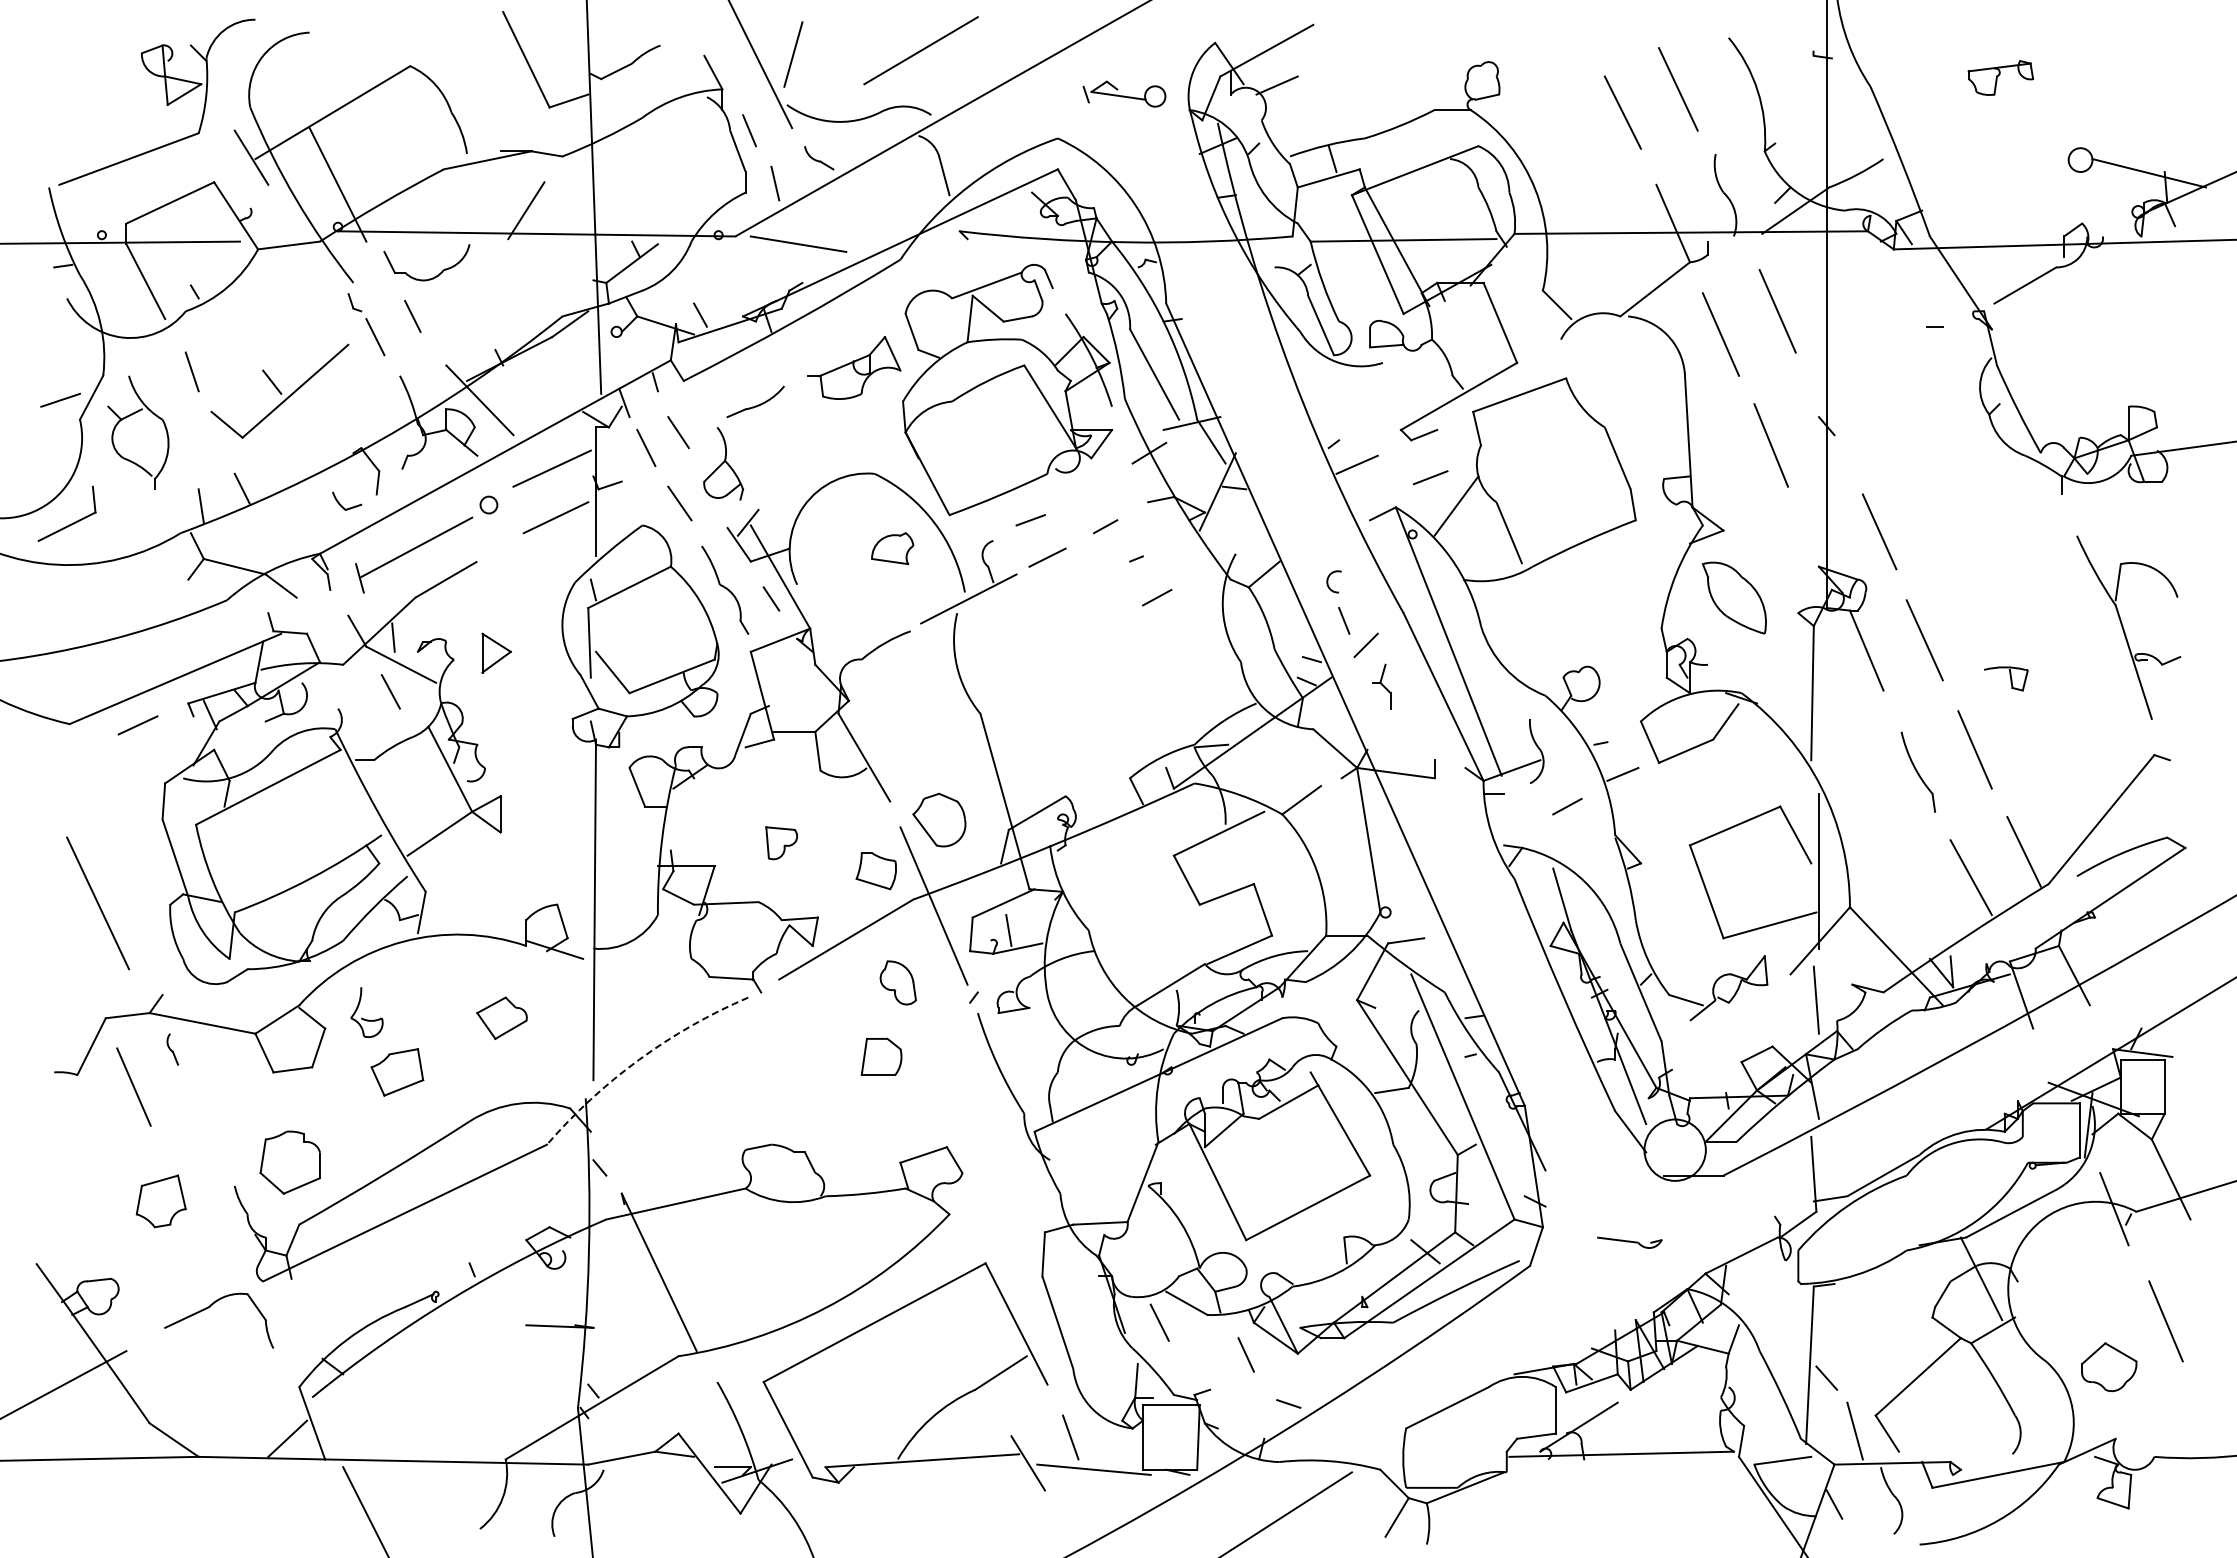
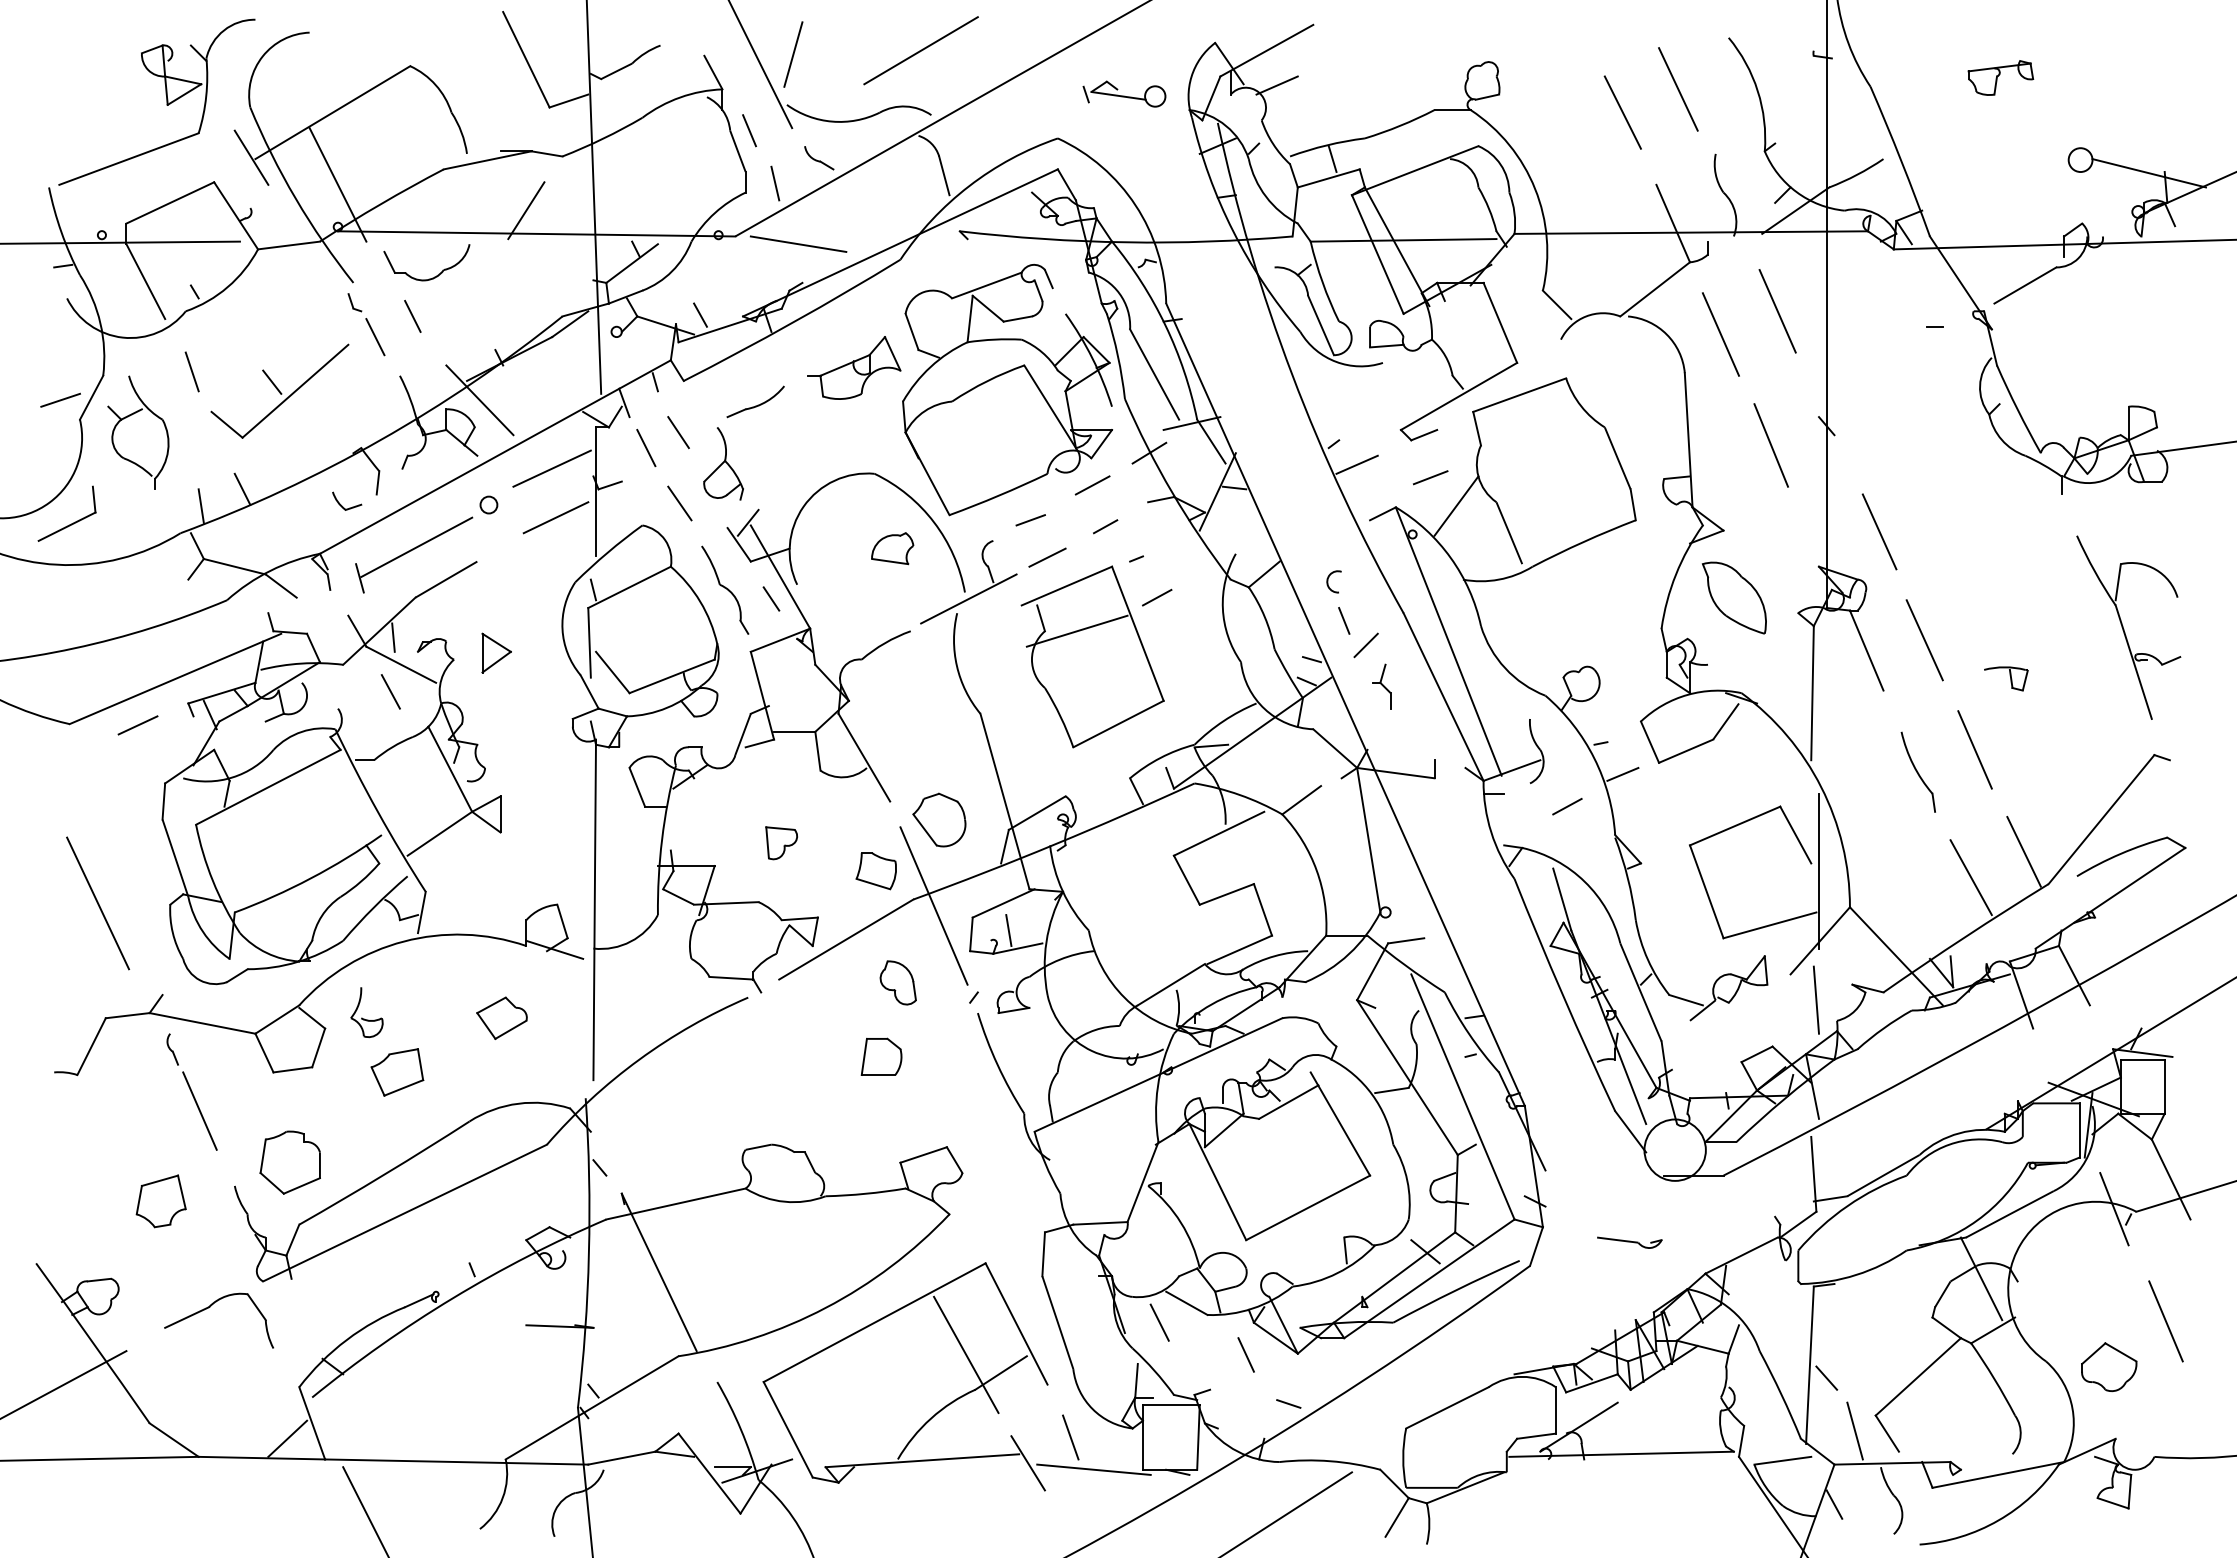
line at (1092, 485): none -> present
part at (1092, 656): none -> present
arc at (639, 1059): dashed -> solid
line at (133, 1086) position: (133, 1086) -> (199, 1110)
line at (966, 1354): none -> present
